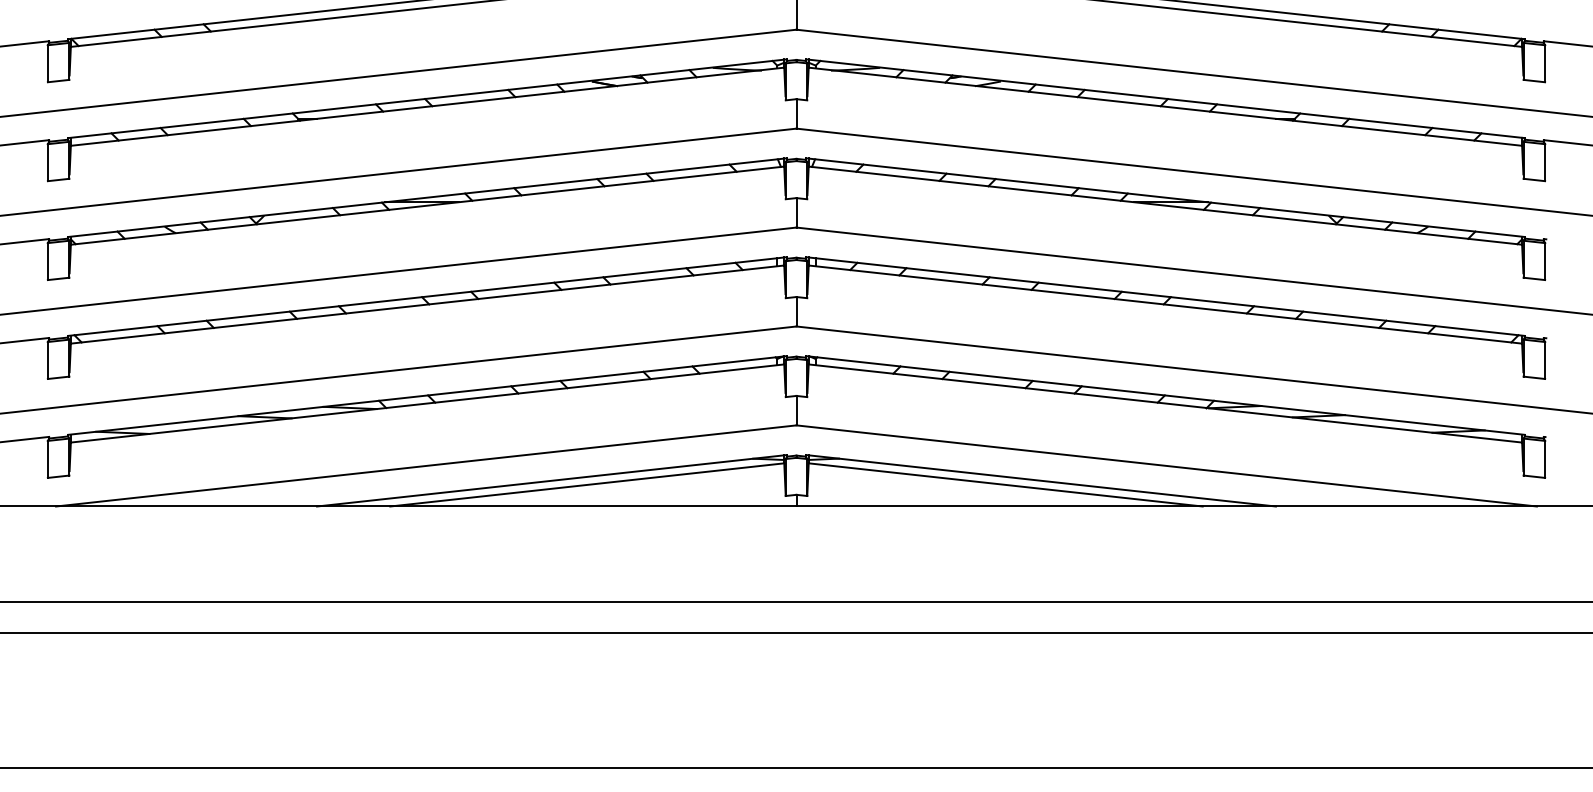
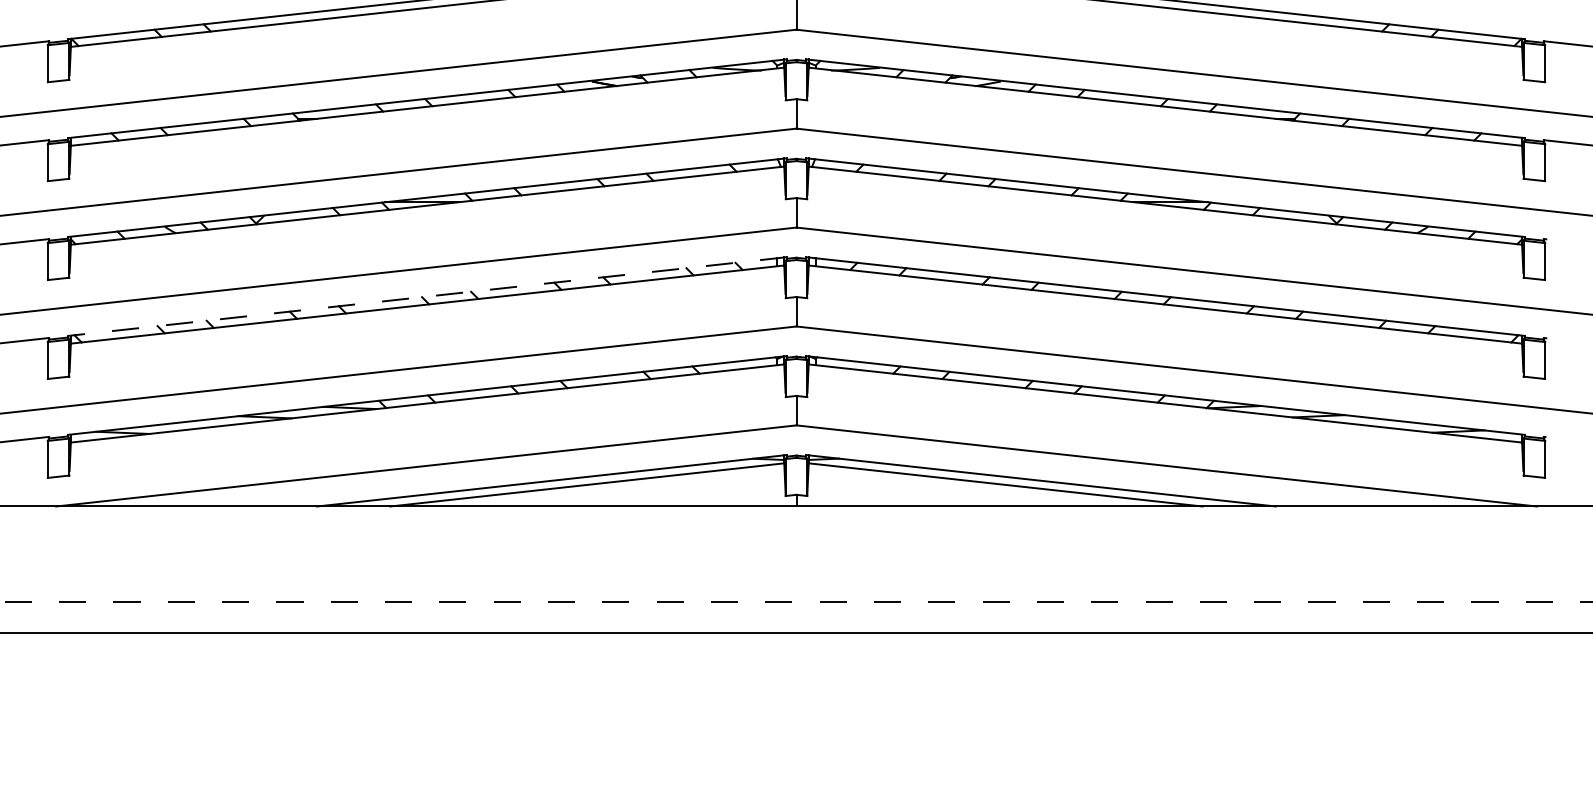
line at (427, 296): solid -> dashed
line at (795, 602): solid -> dashed
line at (795, 768): present -> none
